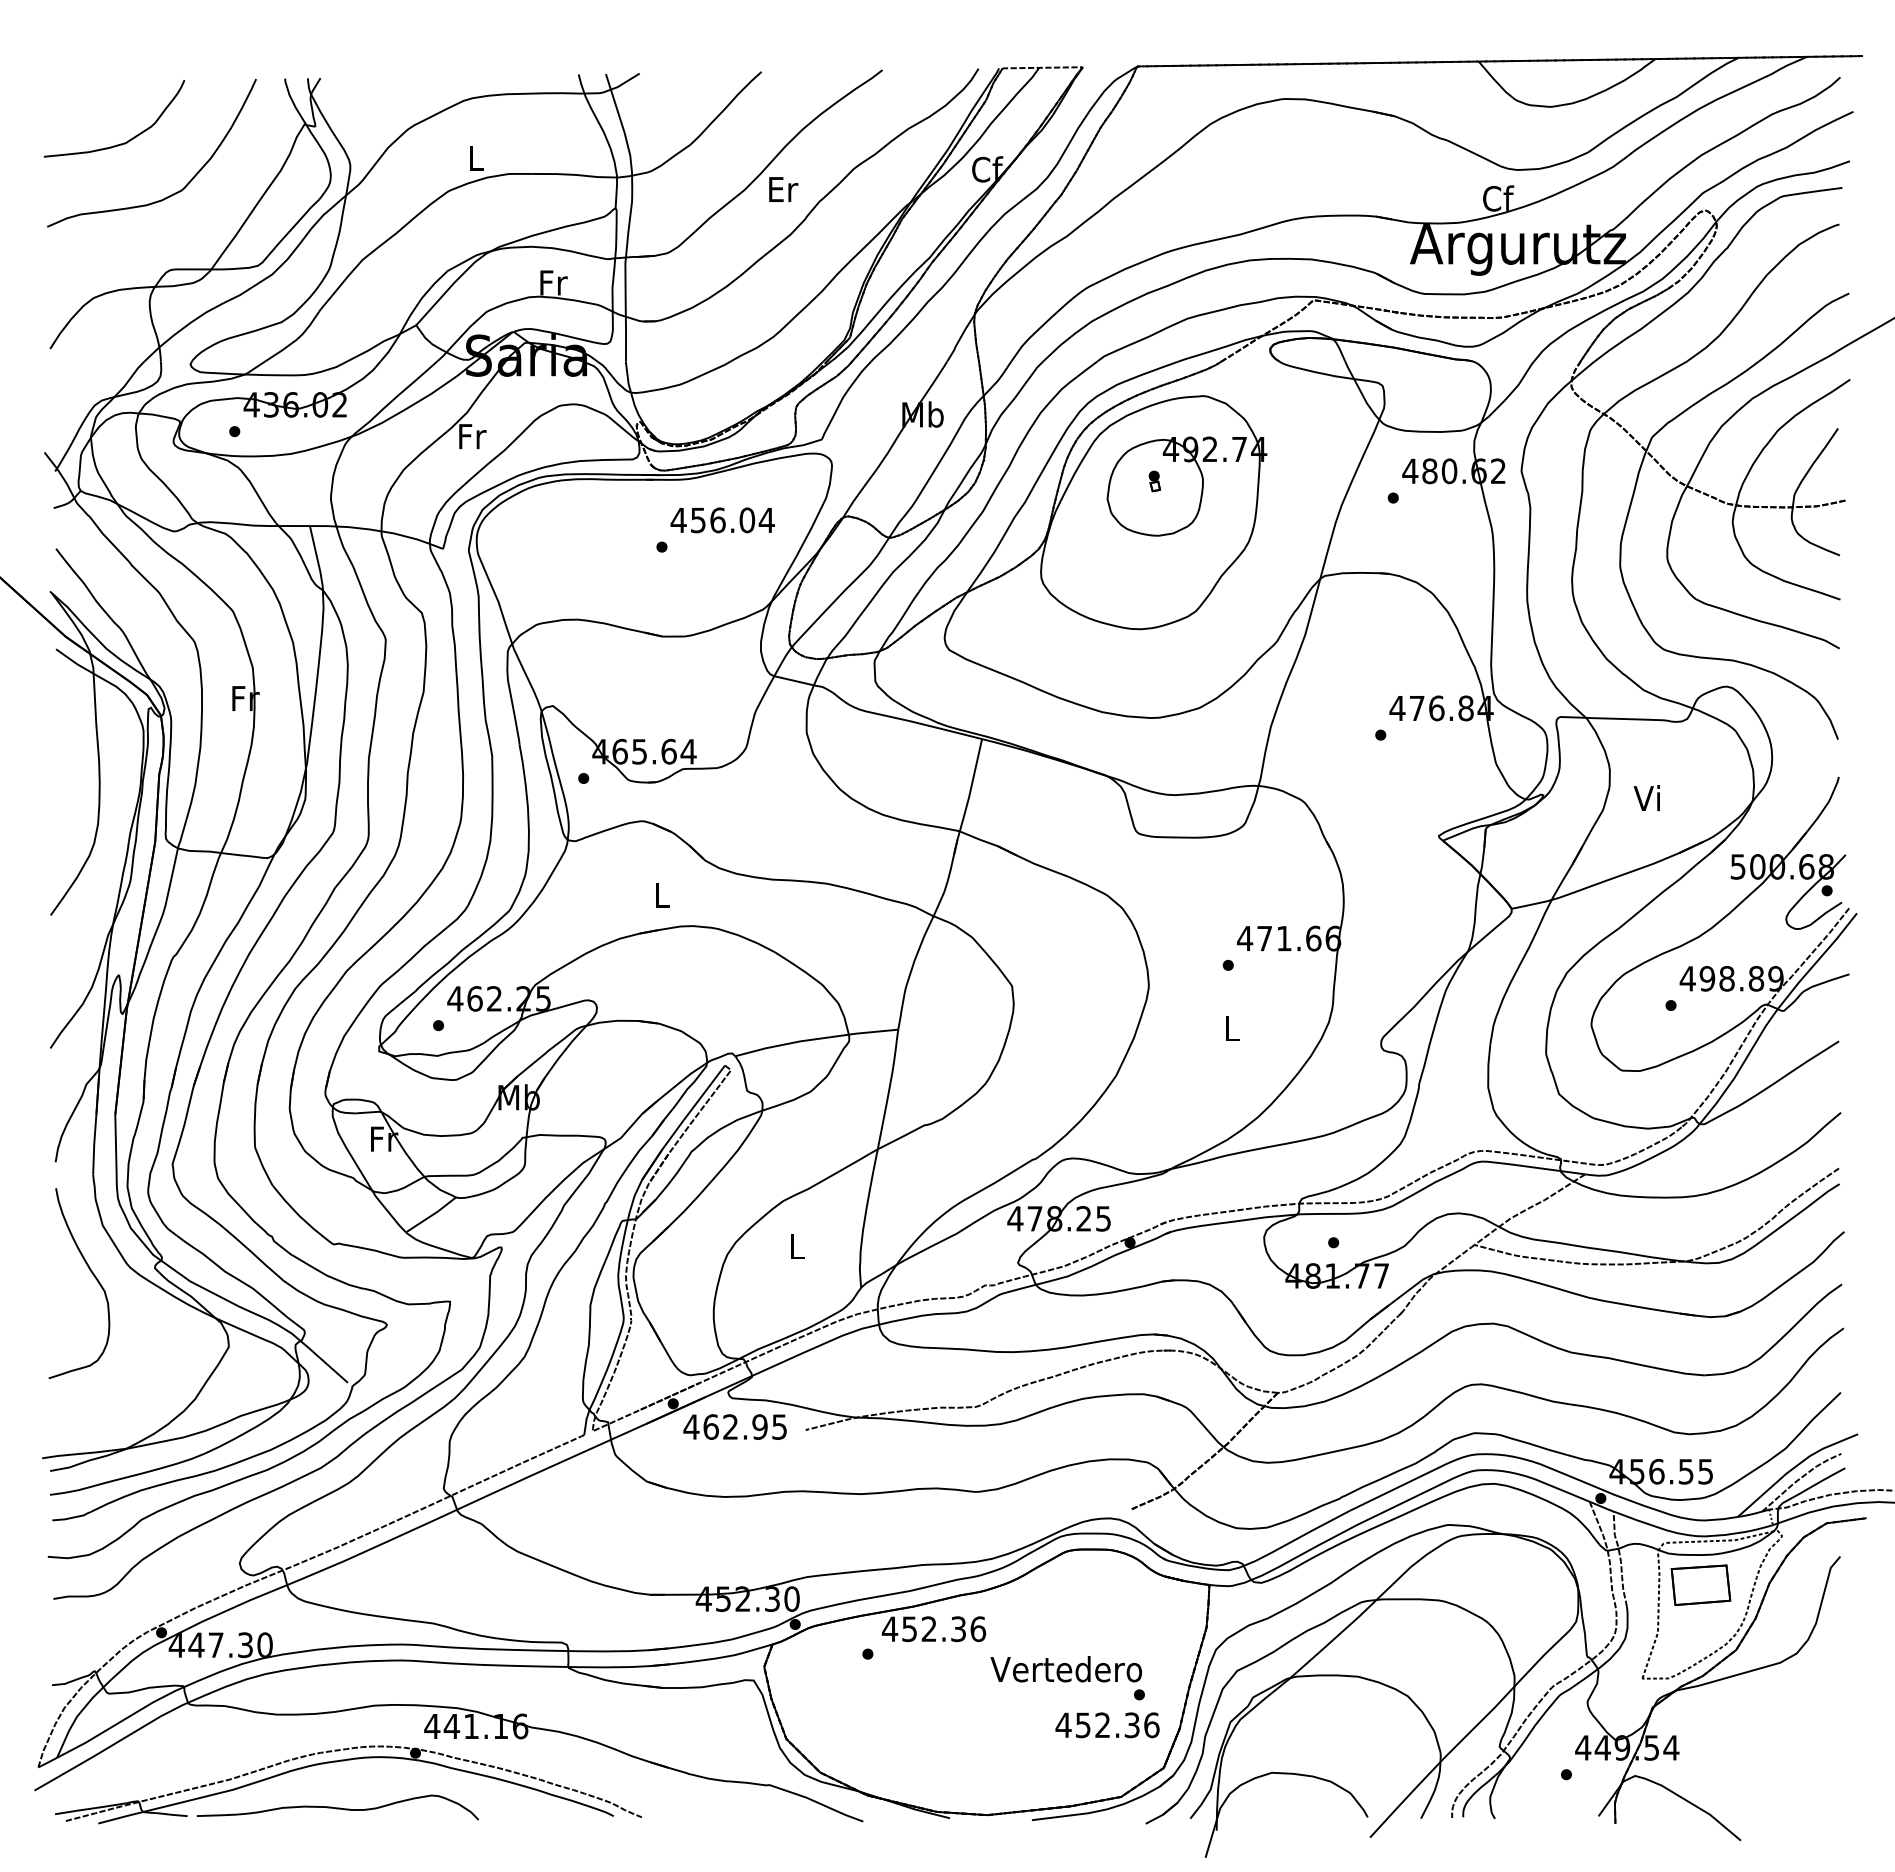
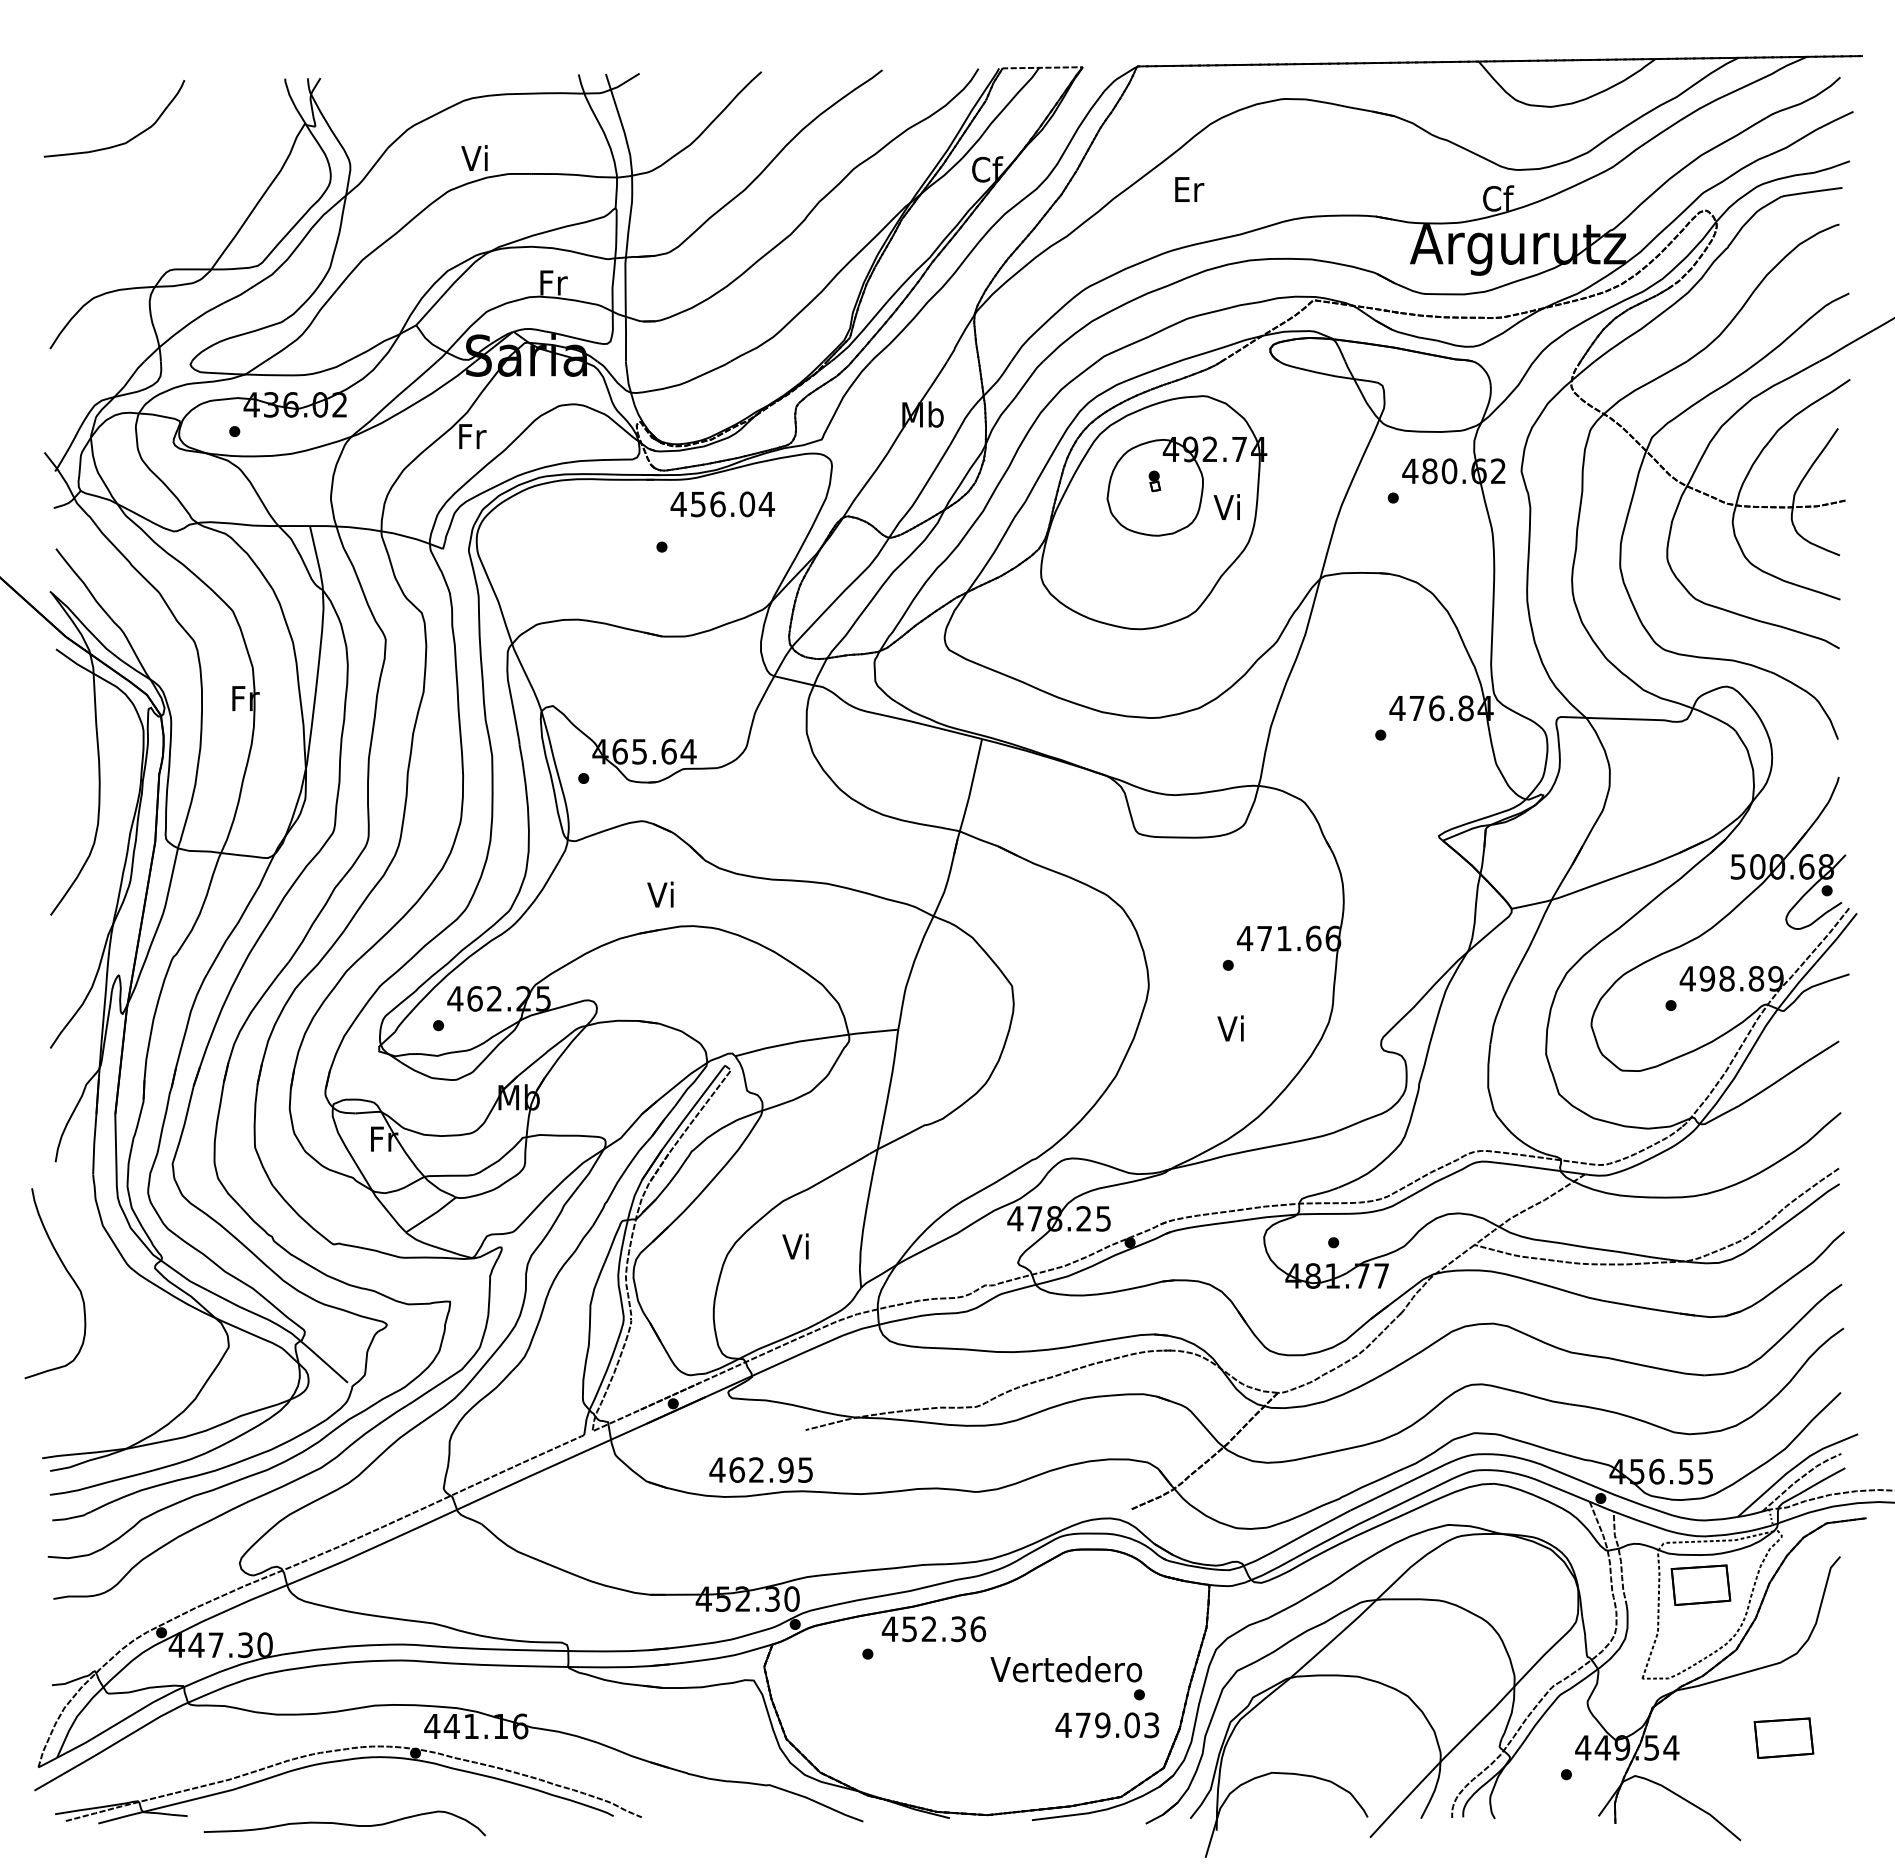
text at (474, 157): L -> Vi
text at (783, 189) position: (783, 189) -> (1189, 189)
curve at (171, 194): present -> none
text at (722, 520) position: (722, 520) -> (722, 504)
text at (1646, 797) position: (1646, 797) -> (1226, 506)
text at (660, 894): L -> Vi
text at (1230, 1028): L -> Vi
text at (795, 1246): L -> Vi
curve at (91, 1273) position: (91, 1273) -> (67, 1273)
text at (734, 1426) position: (734, 1426) -> (760, 1469)
text at (1117, 1725): 452.36 -> 479.03
part at (1783, 1737): none -> present
curve at (337, 1807) position: (337, 1807) -> (344, 1823)
